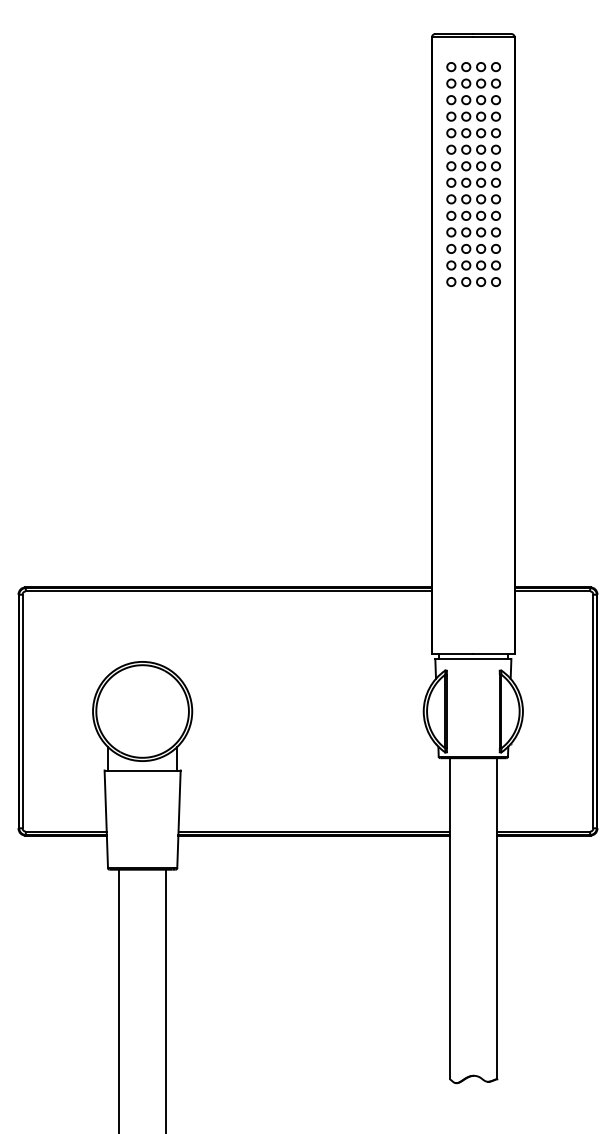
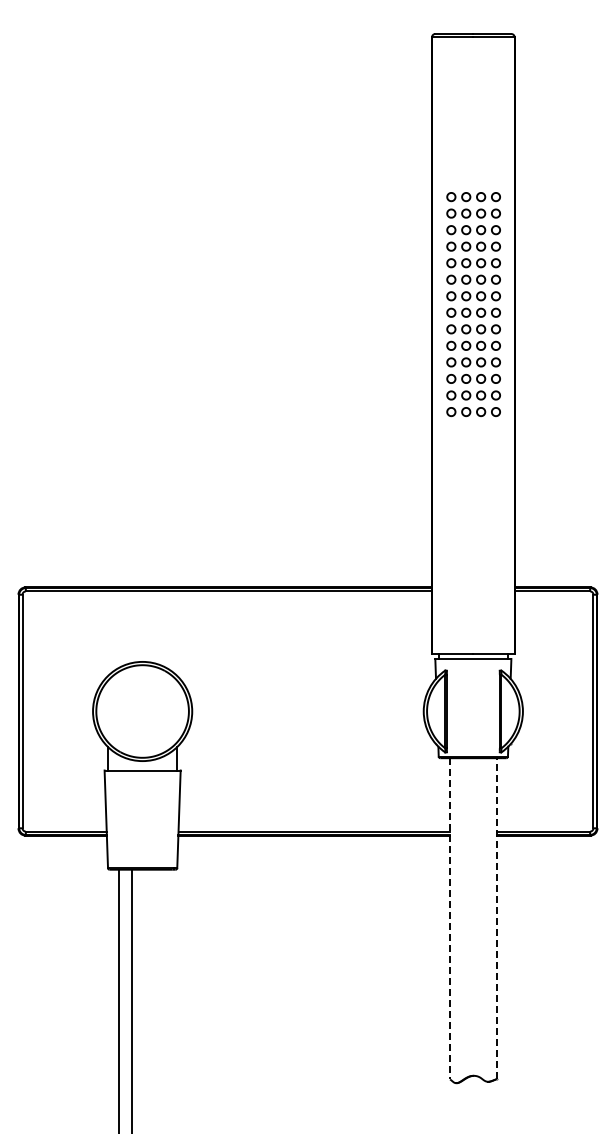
part at (473, 174) position: (473, 174) -> (473, 304)
line at (450, 918): solid -> dashed
line at (496, 918): solid -> dashed
line at (165, 999) position: (165, 999) -> (131, 999)
